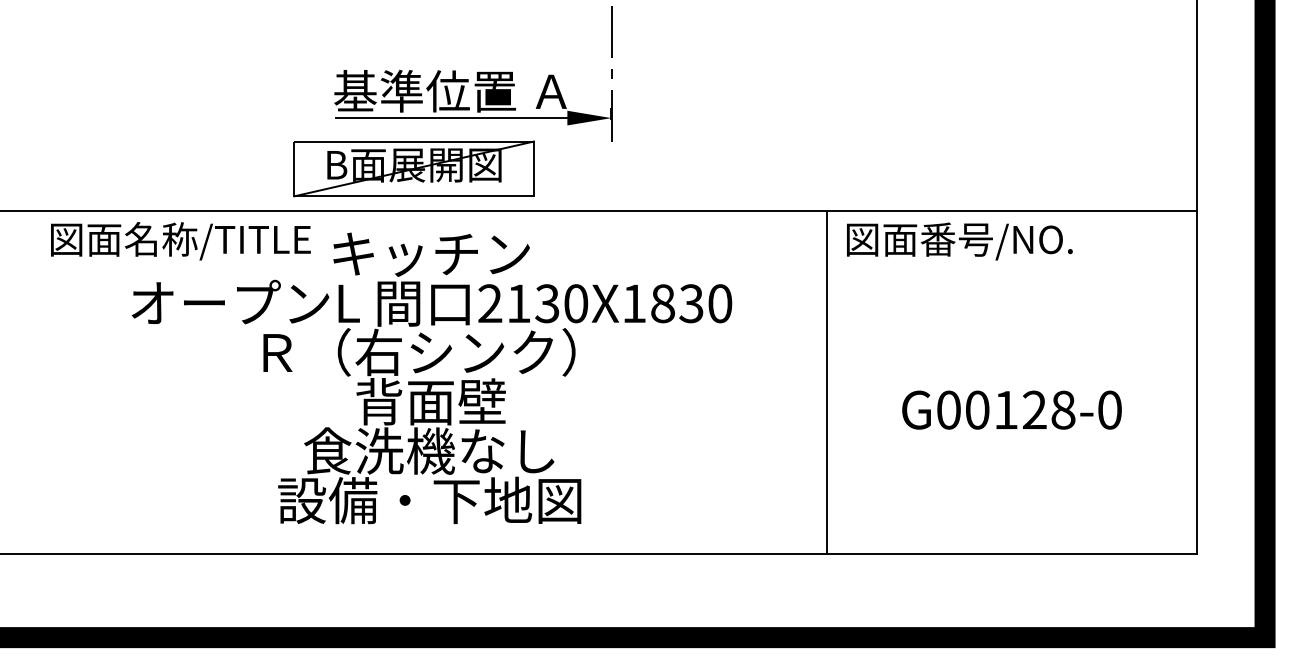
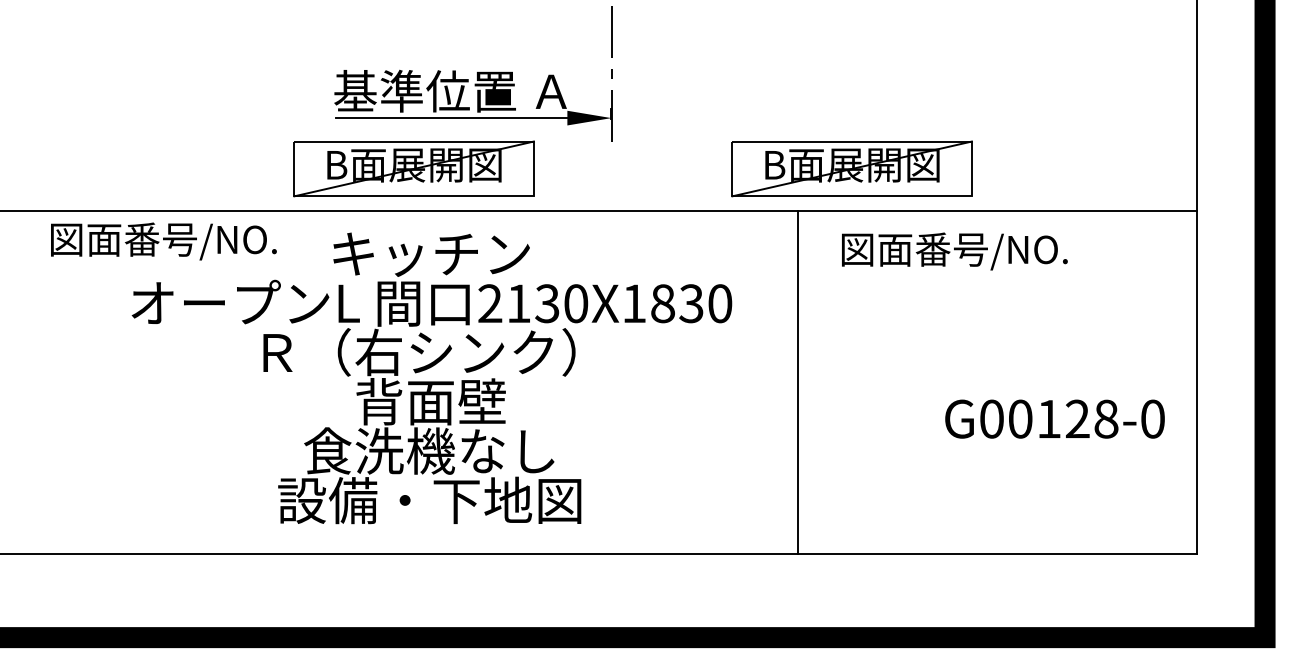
part at (851, 168): none -> present
text at (217, 239): 図面名称/TITLE -> 図面番号/NO.
text at (959, 241) position: (959, 241) -> (954, 251)
line at (826, 382) position: (826, 382) -> (797, 382)
text at (1011, 409) position: (1011, 409) -> (1054, 418)
